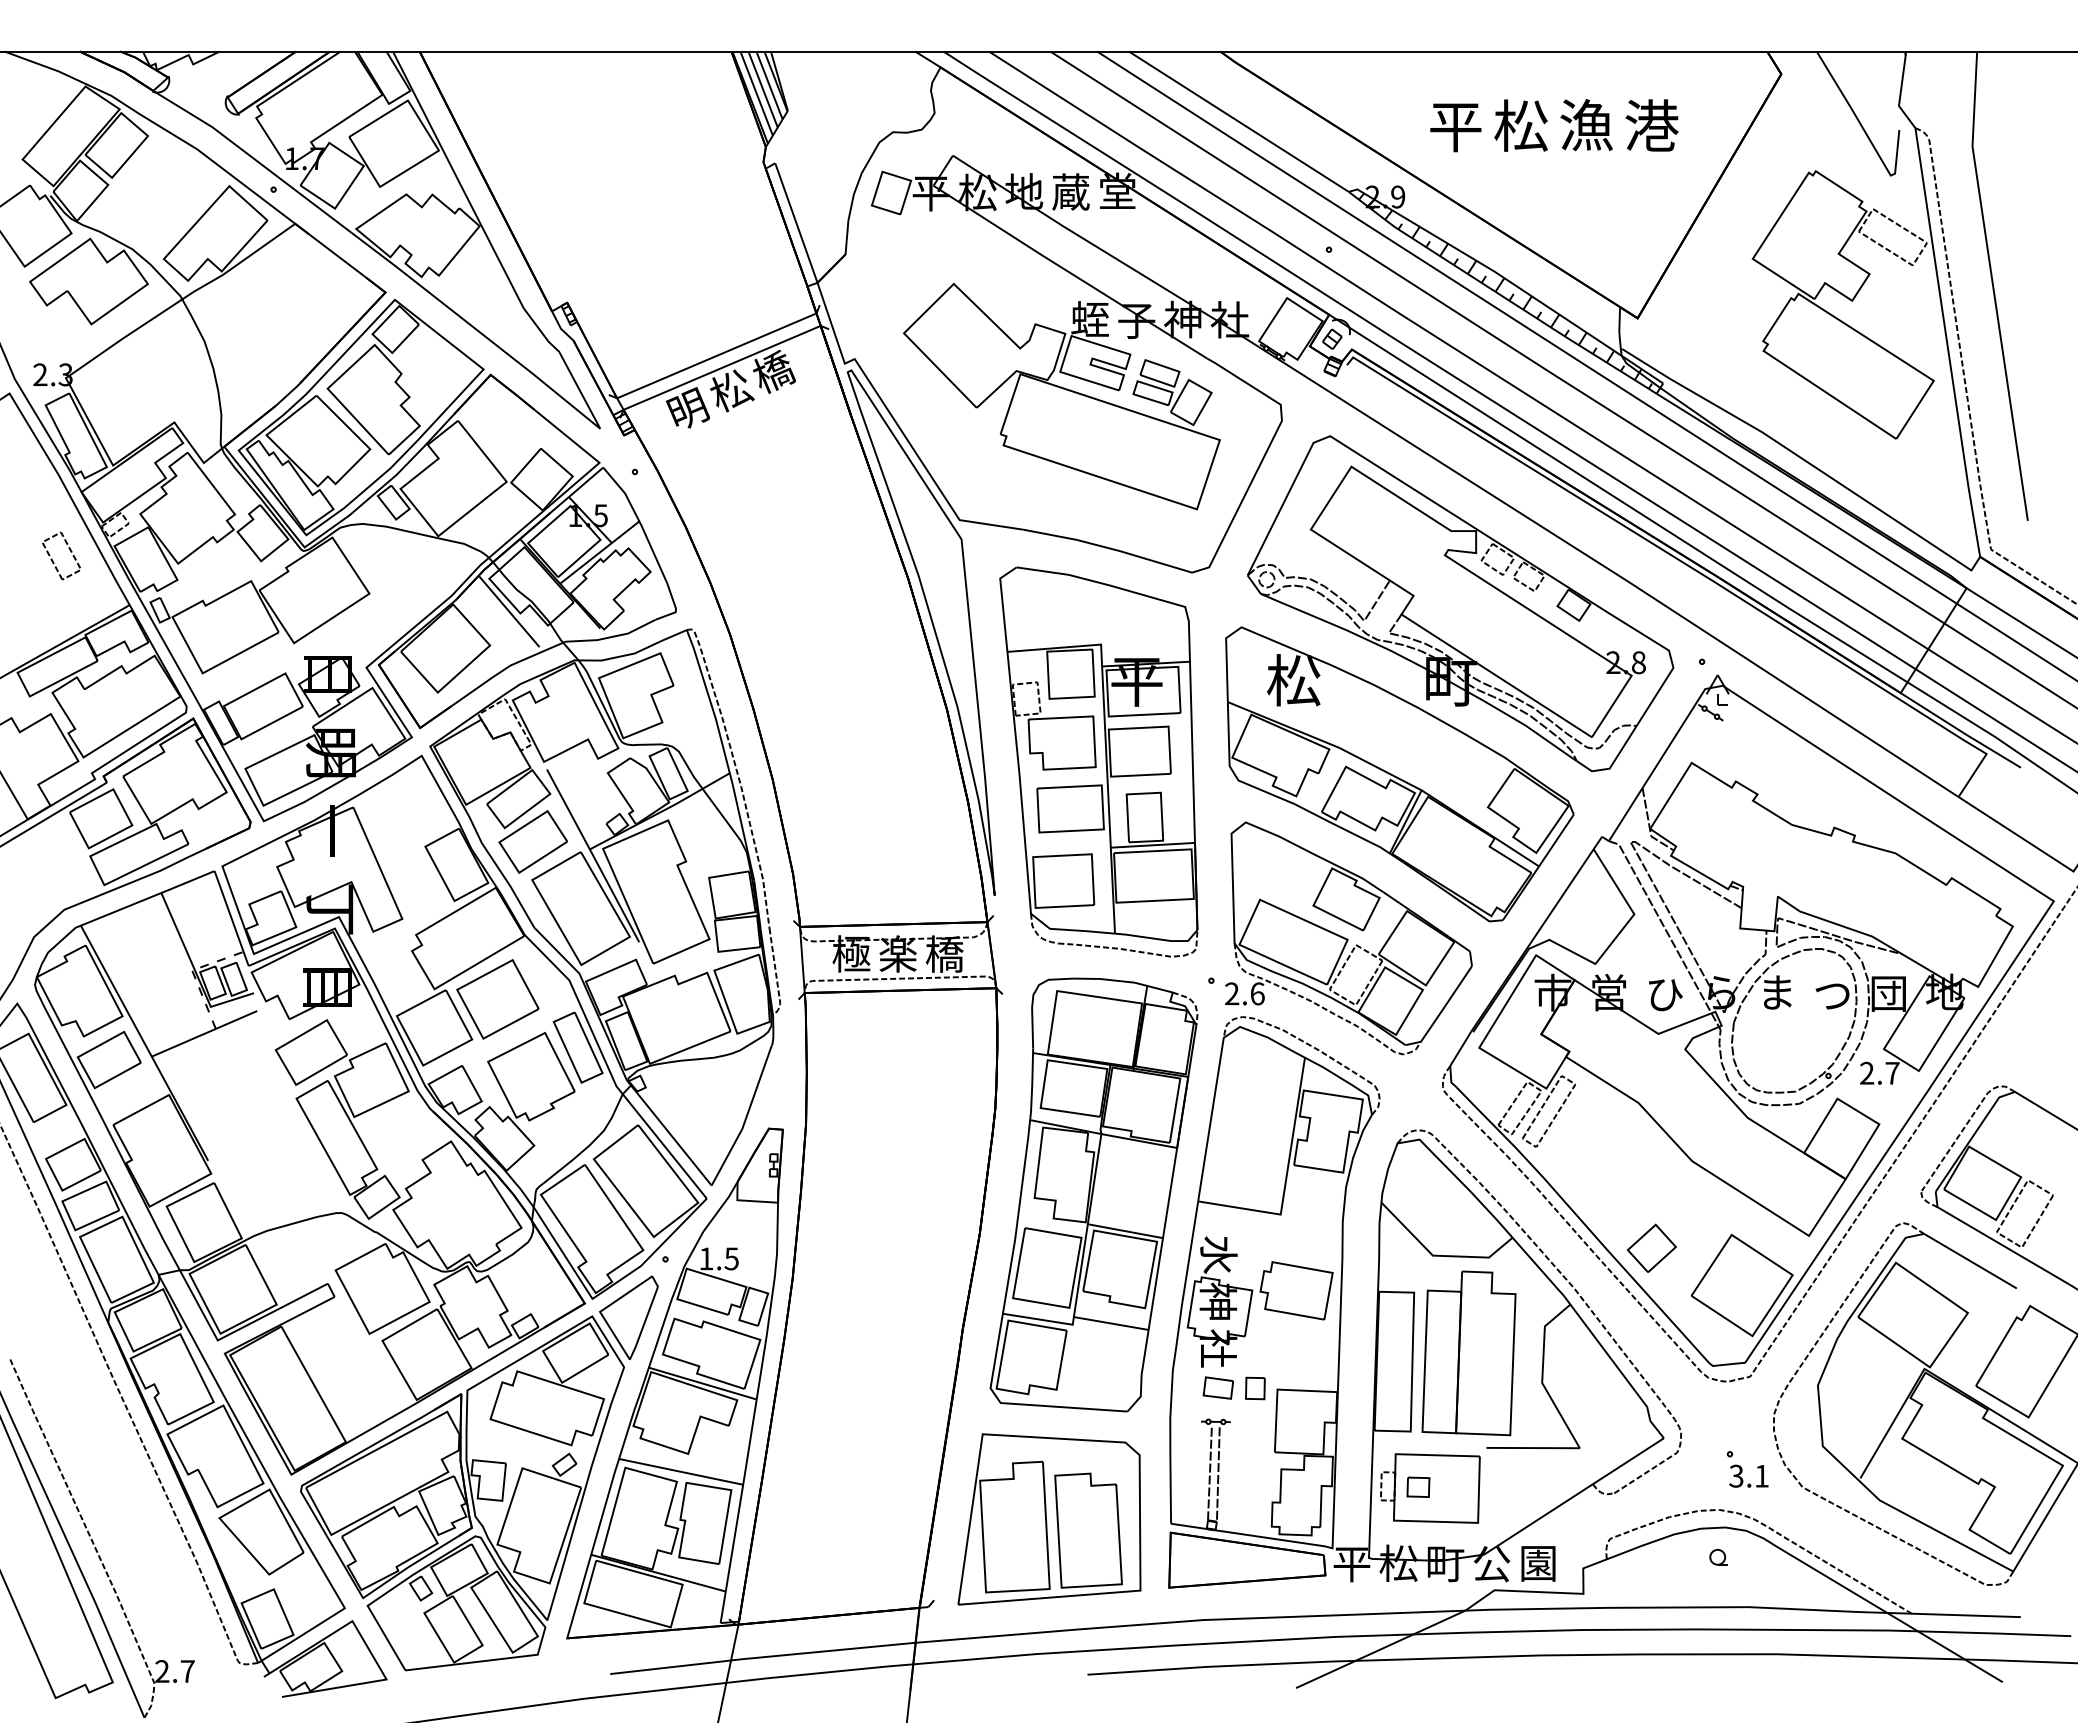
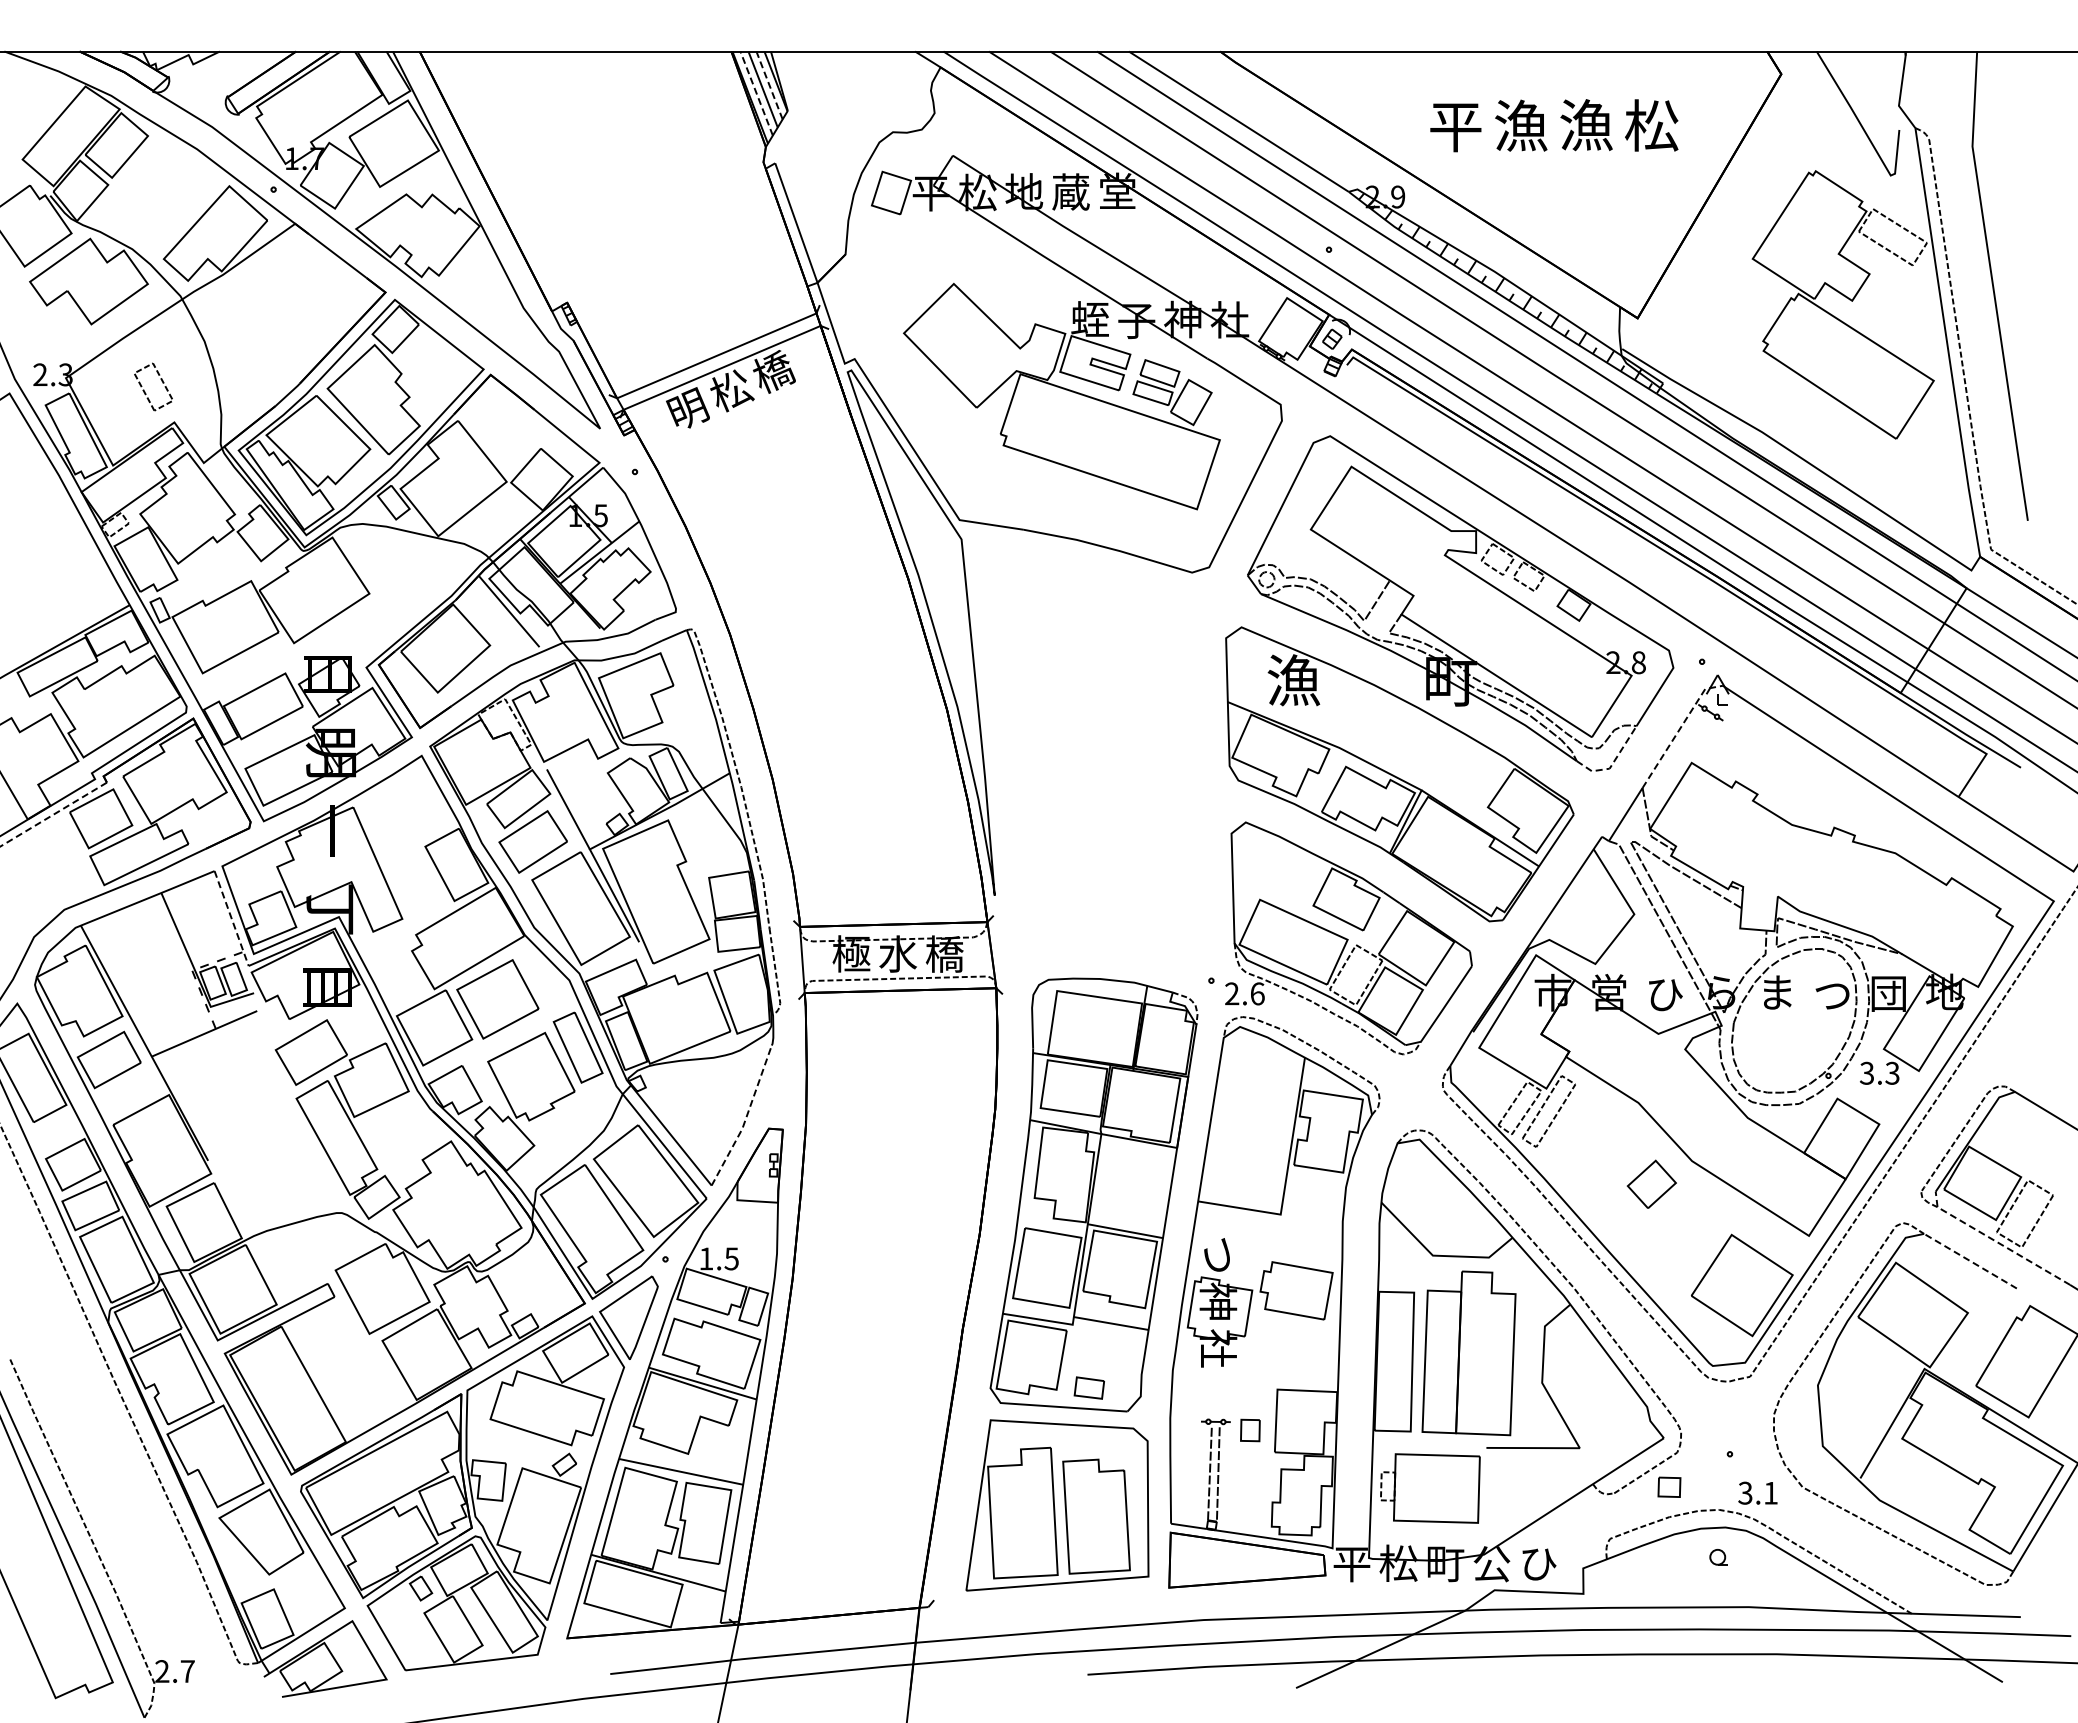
line at (769, 84): solid -> dashed
line at (756, 93): solid -> dashed
text at (1520, 125): 松 -> 漁
text at (1651, 125): 港 -> 松
part at (69, 550) position: (69, 550) -> (161, 381)
text at (1293, 680): 松 -> 漁
line at (1679, 730): solid -> dashed
part at (1098, 761): present -> none
line at (1612, 763): solid -> dashed
line at (53, 814): solid -> dashed
line at (232, 919): solid -> dashed
text at (897, 953): 楽 -> 水
text at (1879, 1072): 2.7 -> 3.3
line at (746, 1117): solid -> dashed
line at (1996, 1241): solid -> dashed
part at (1651, 1247) position: (1651, 1247) -> (1651, 1183)
text at (1218, 1255): 水 -> つ
line at (1970, 1261): solid -> dashed
part at (1217, 1387) position: (1217, 1387) -> (1088, 1387)
part at (1255, 1388) position: (1255, 1388) -> (1250, 1430)
text at (1748, 1475) position: (1748, 1475) -> (1757, 1492)
part at (1418, 1486) position: (1418, 1486) -> (1669, 1486)
part at (1049, 1519) position: (1049, 1519) -> (1057, 1505)
text at (1538, 1563): 園 -> ひ
